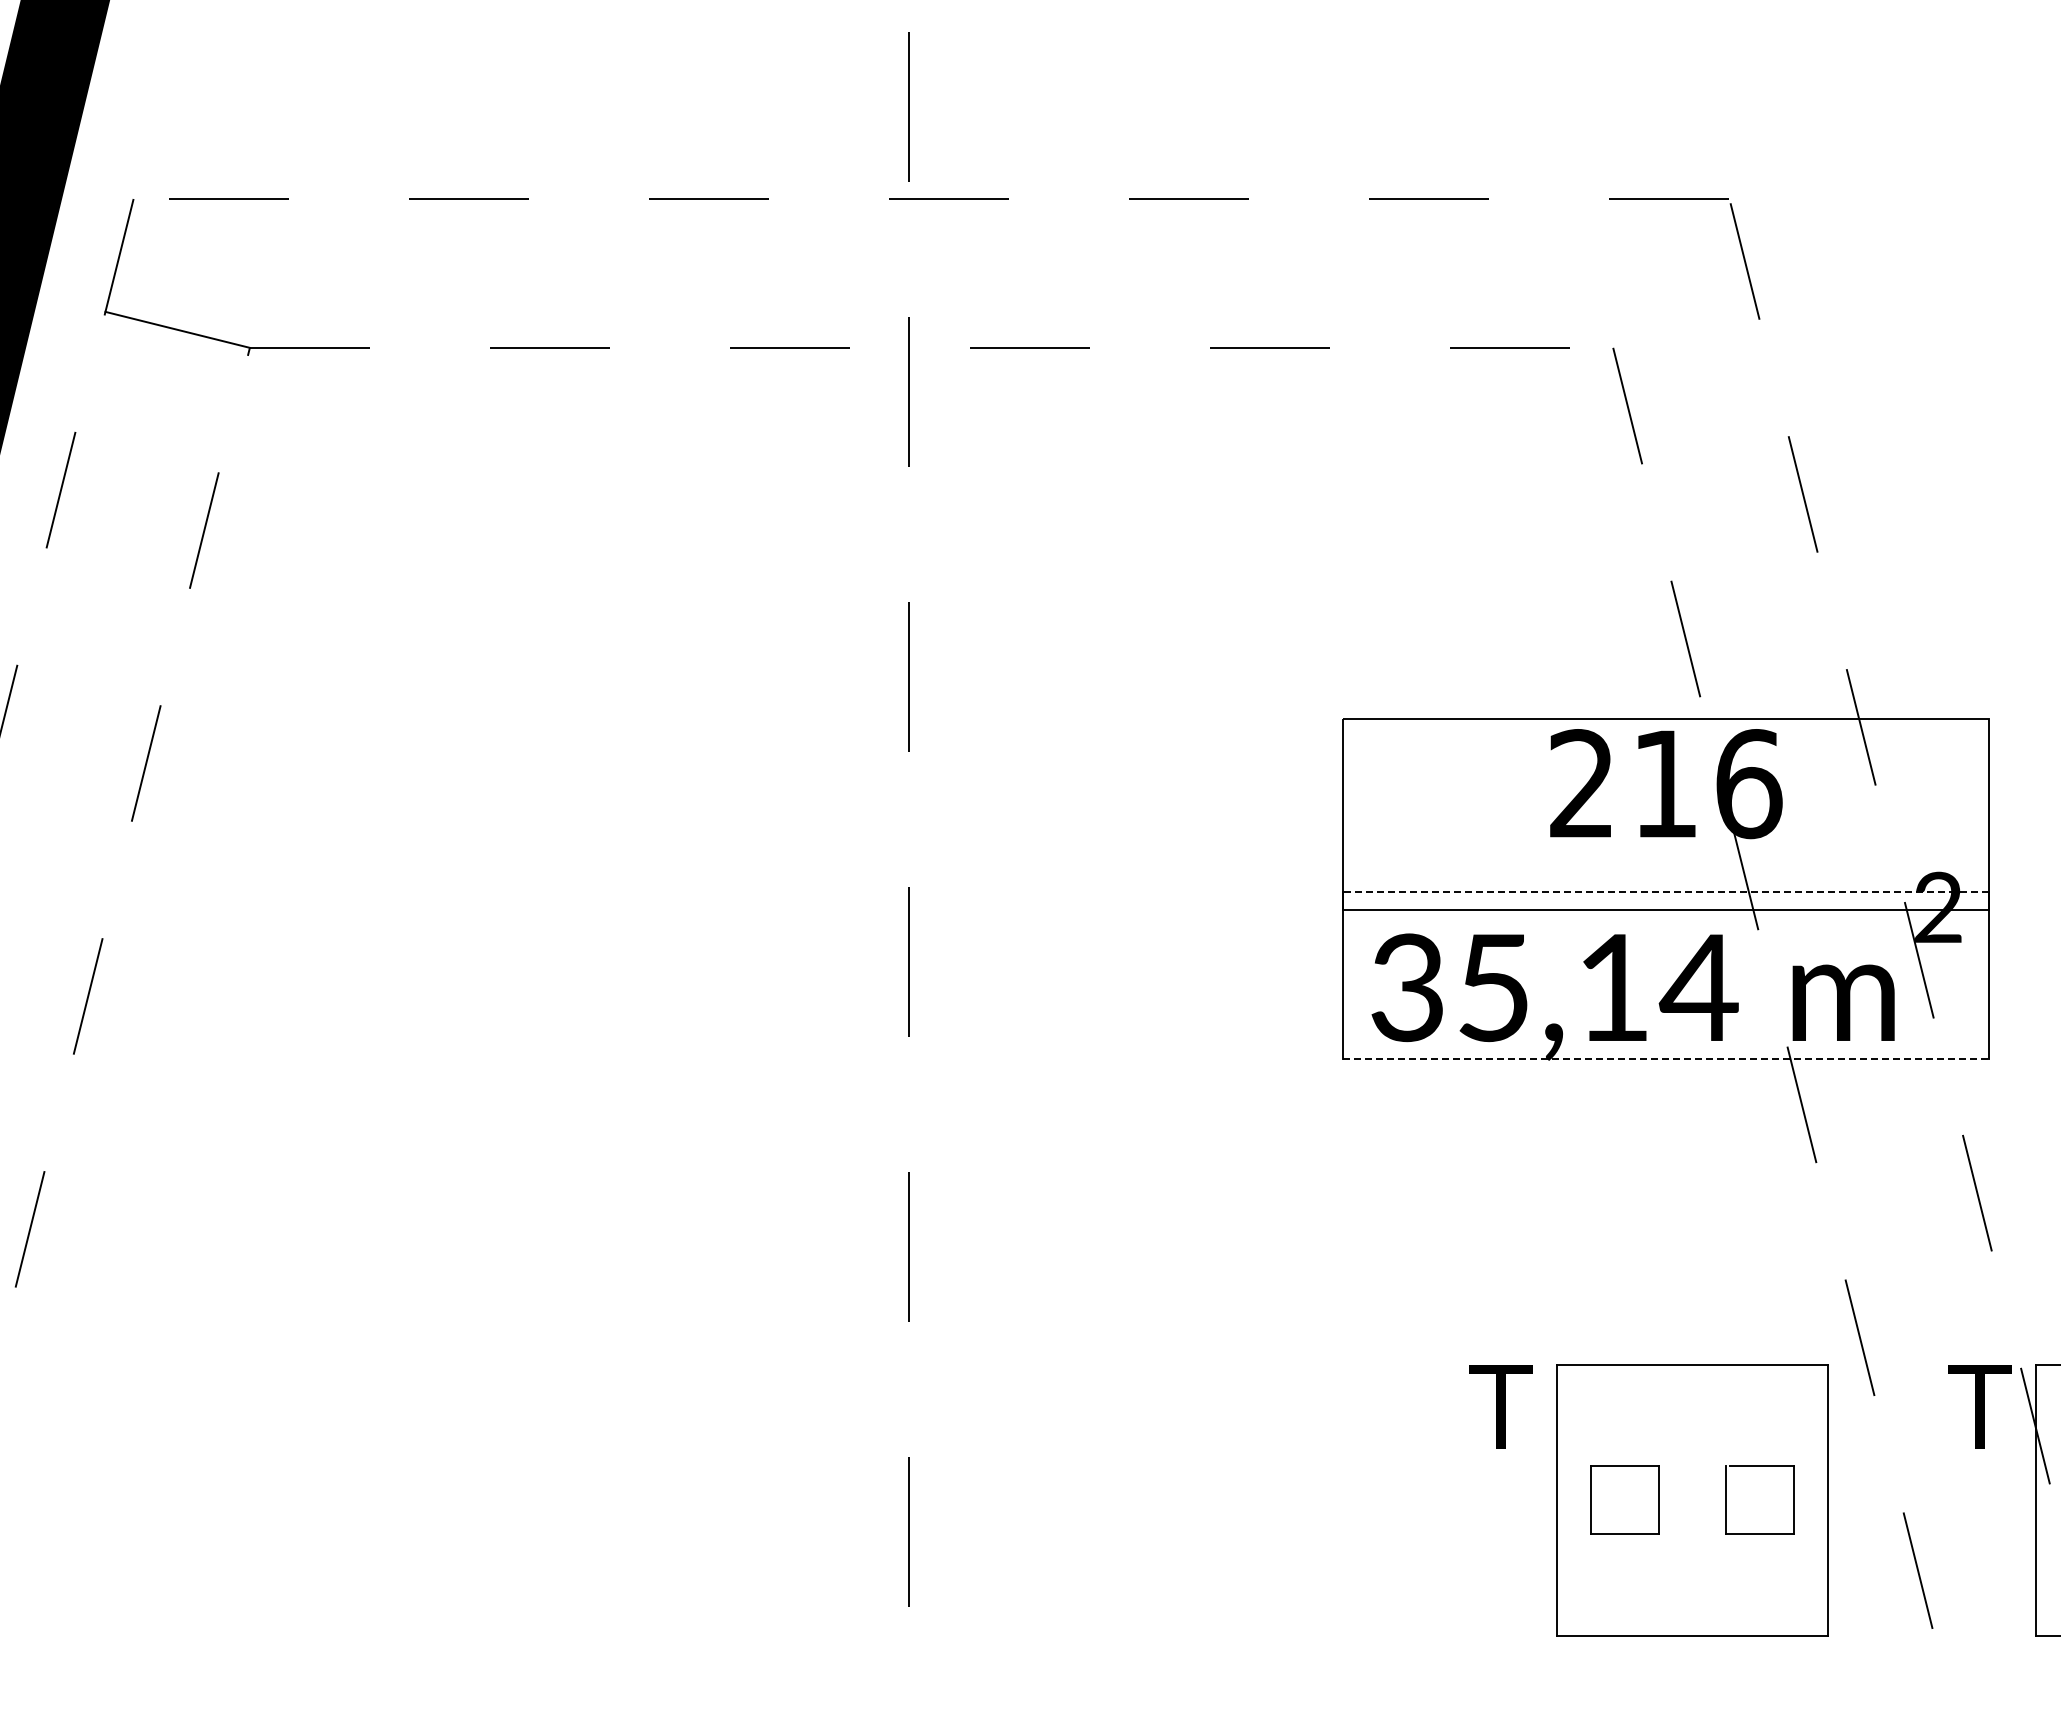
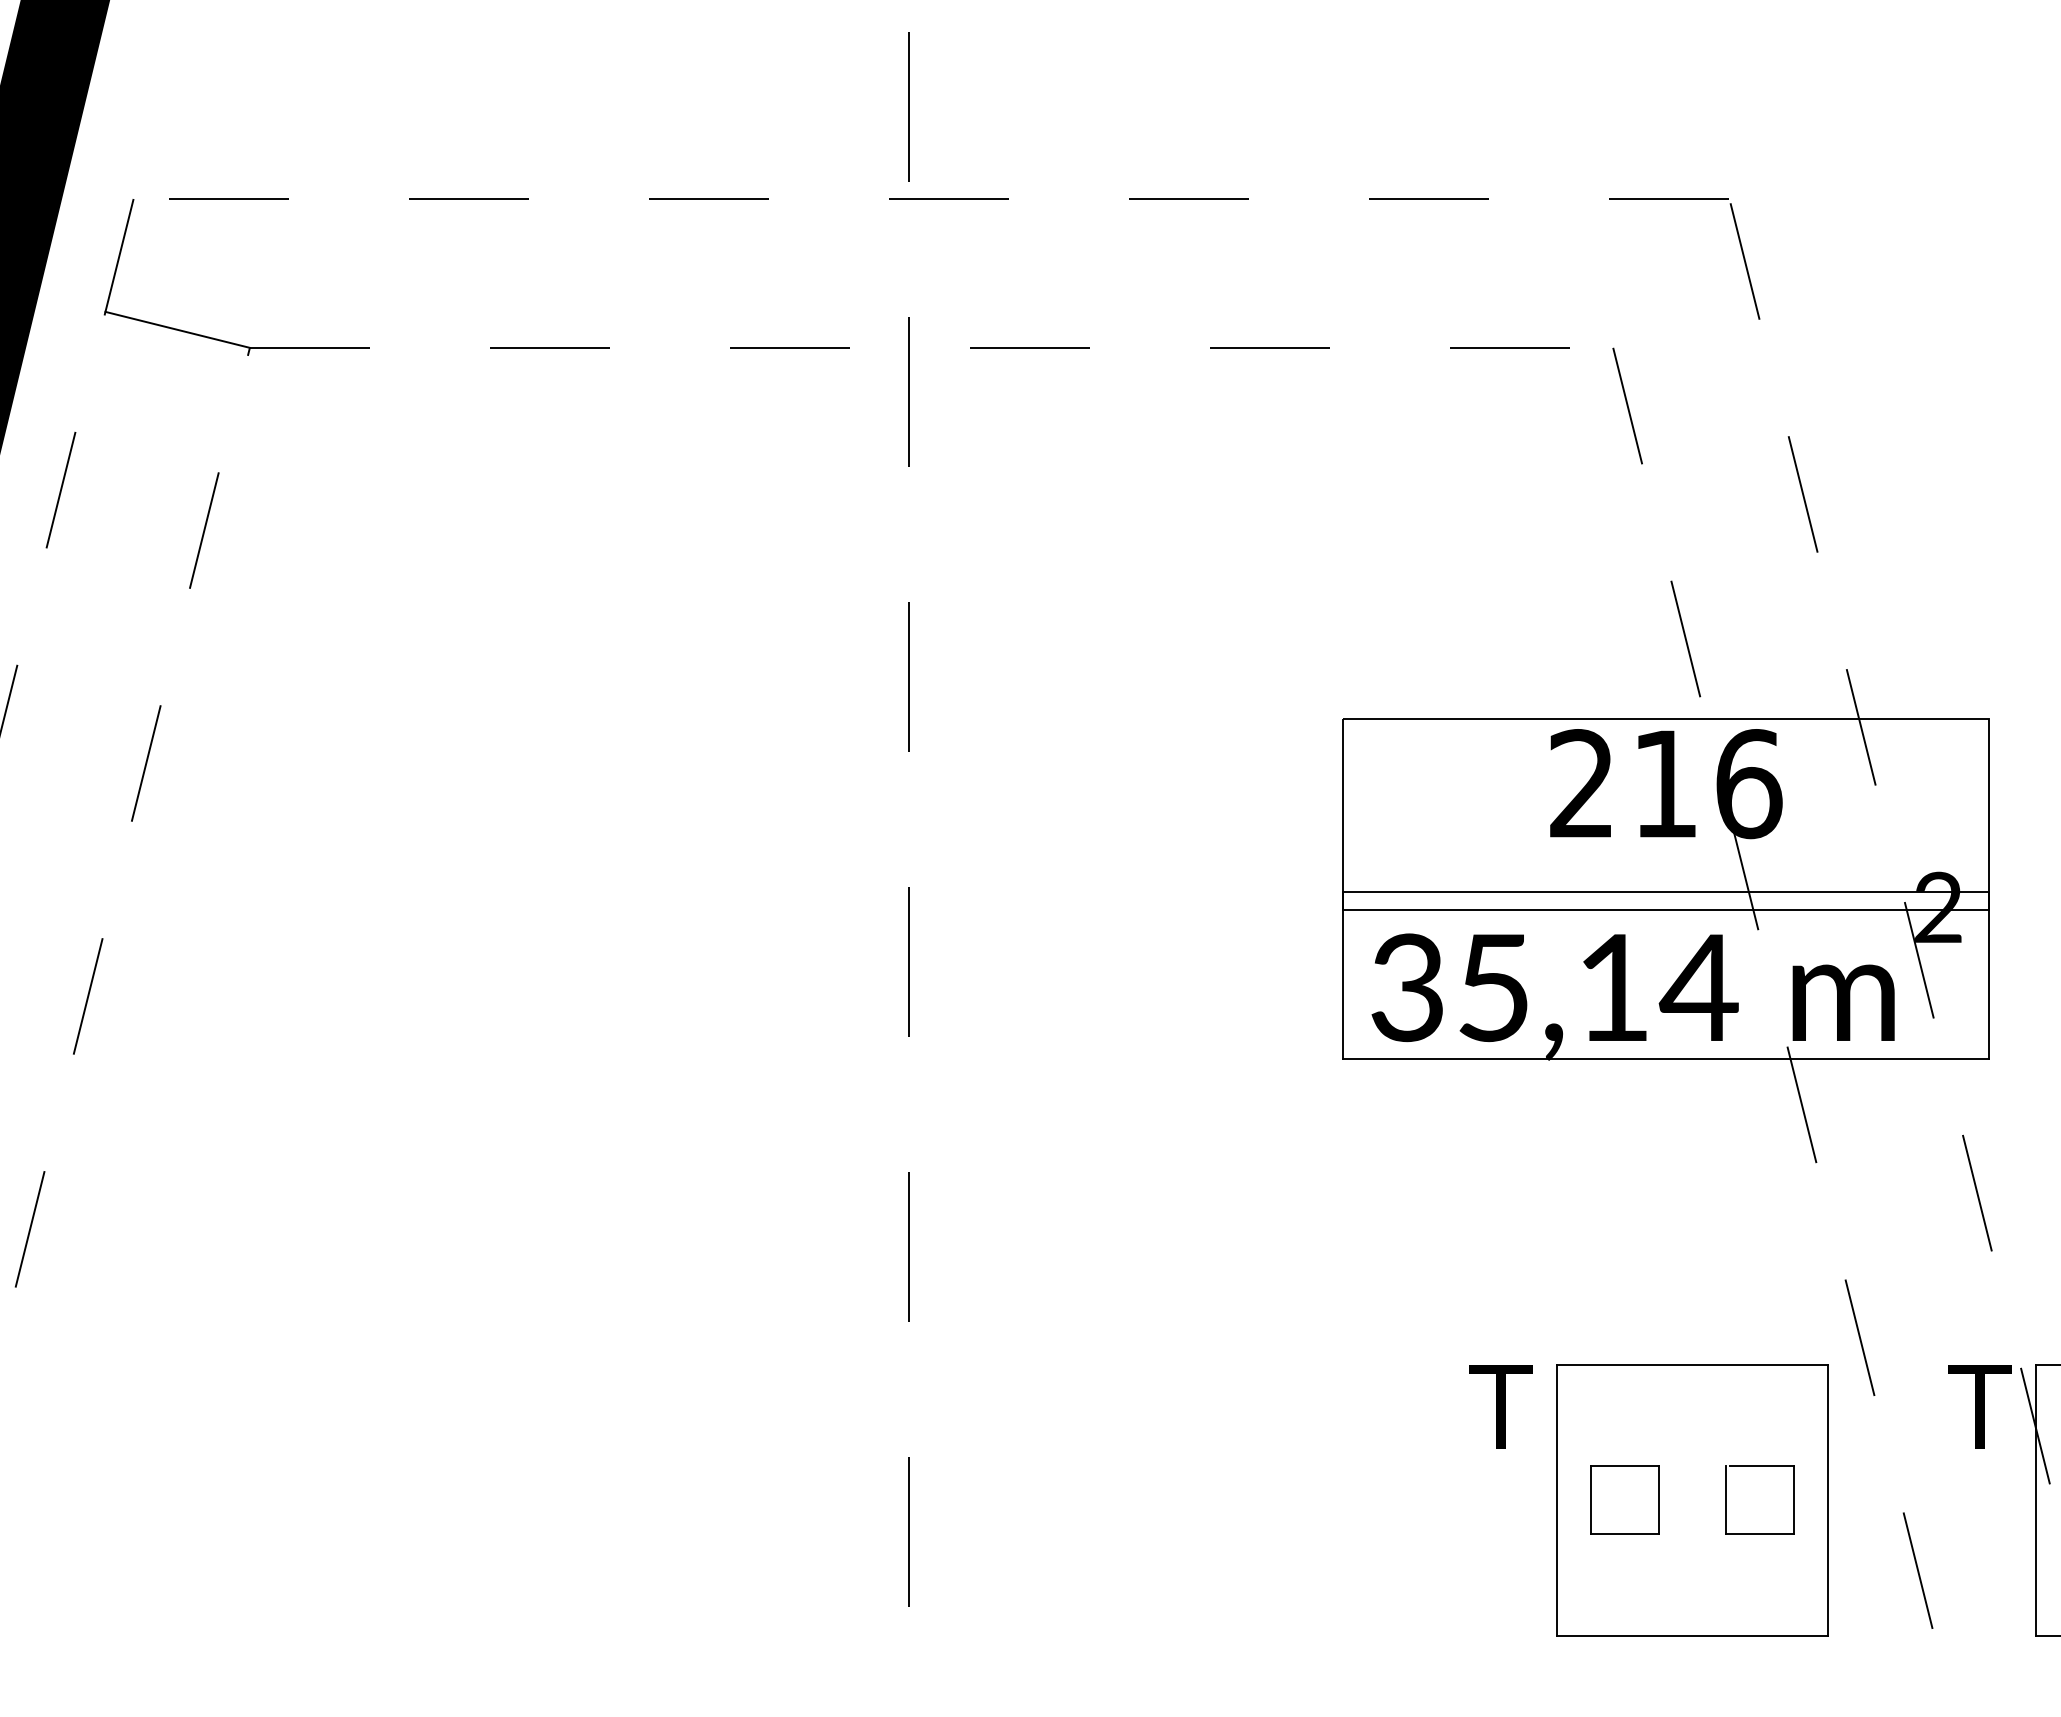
line at (1665, 891): dashed -> solid
line at (1665, 1059): dashed -> solid
